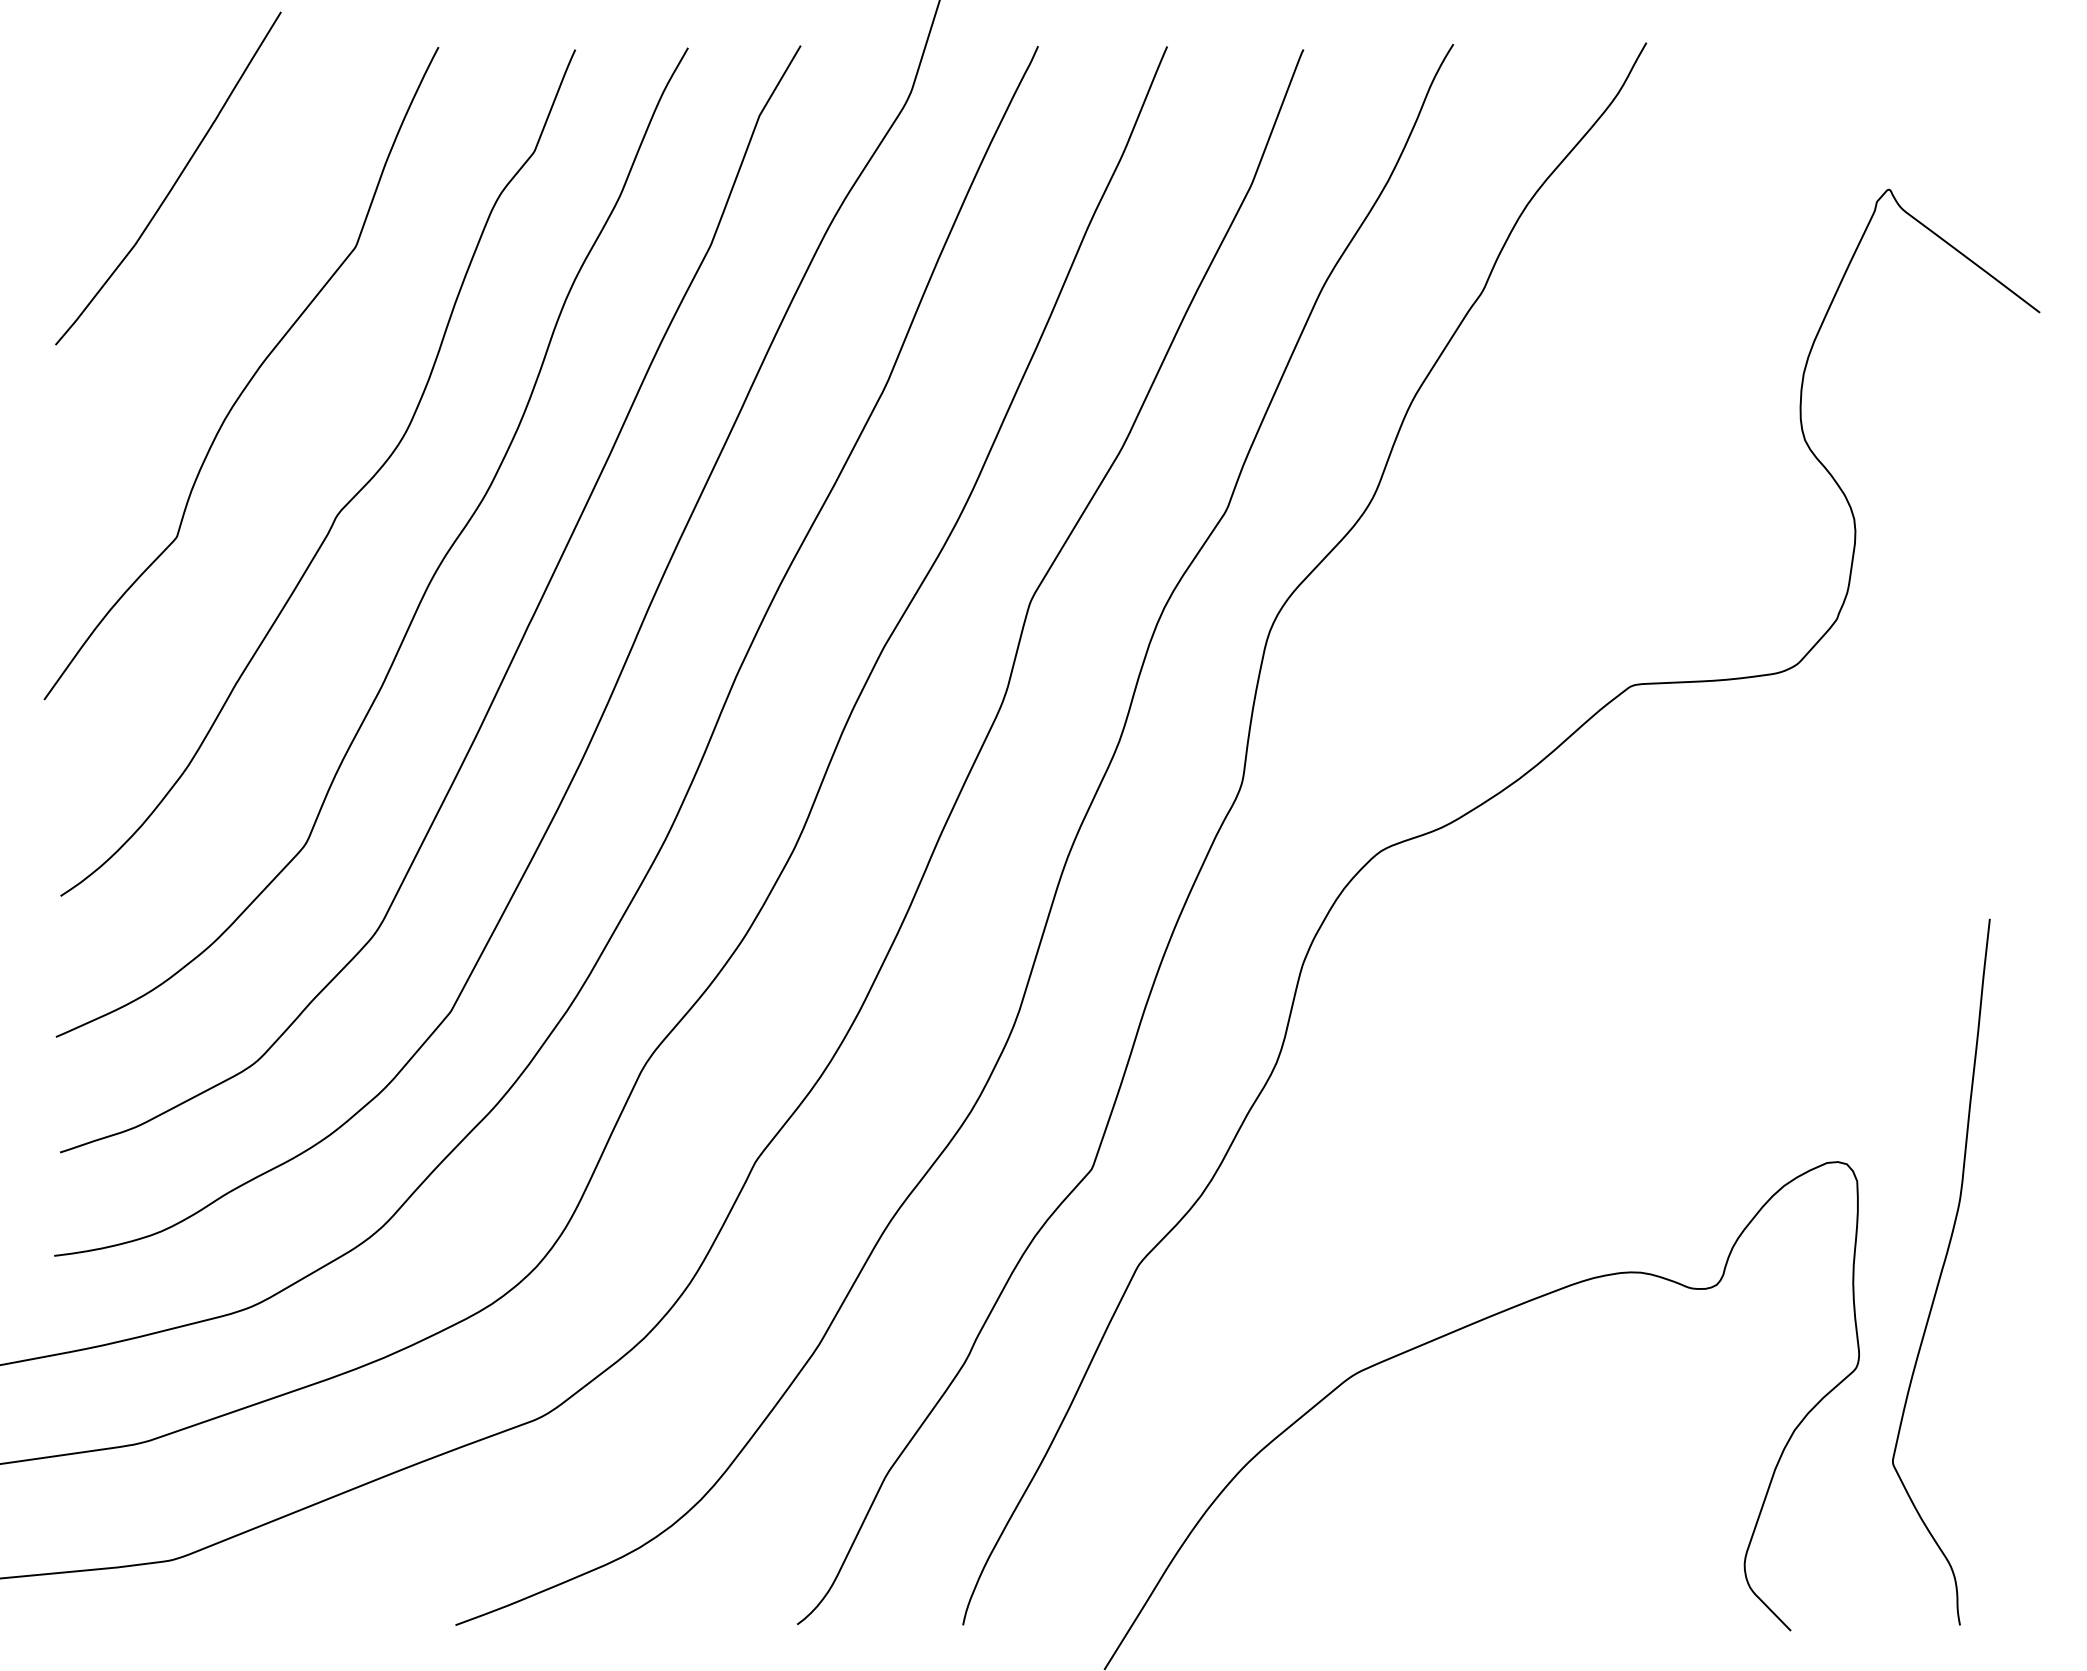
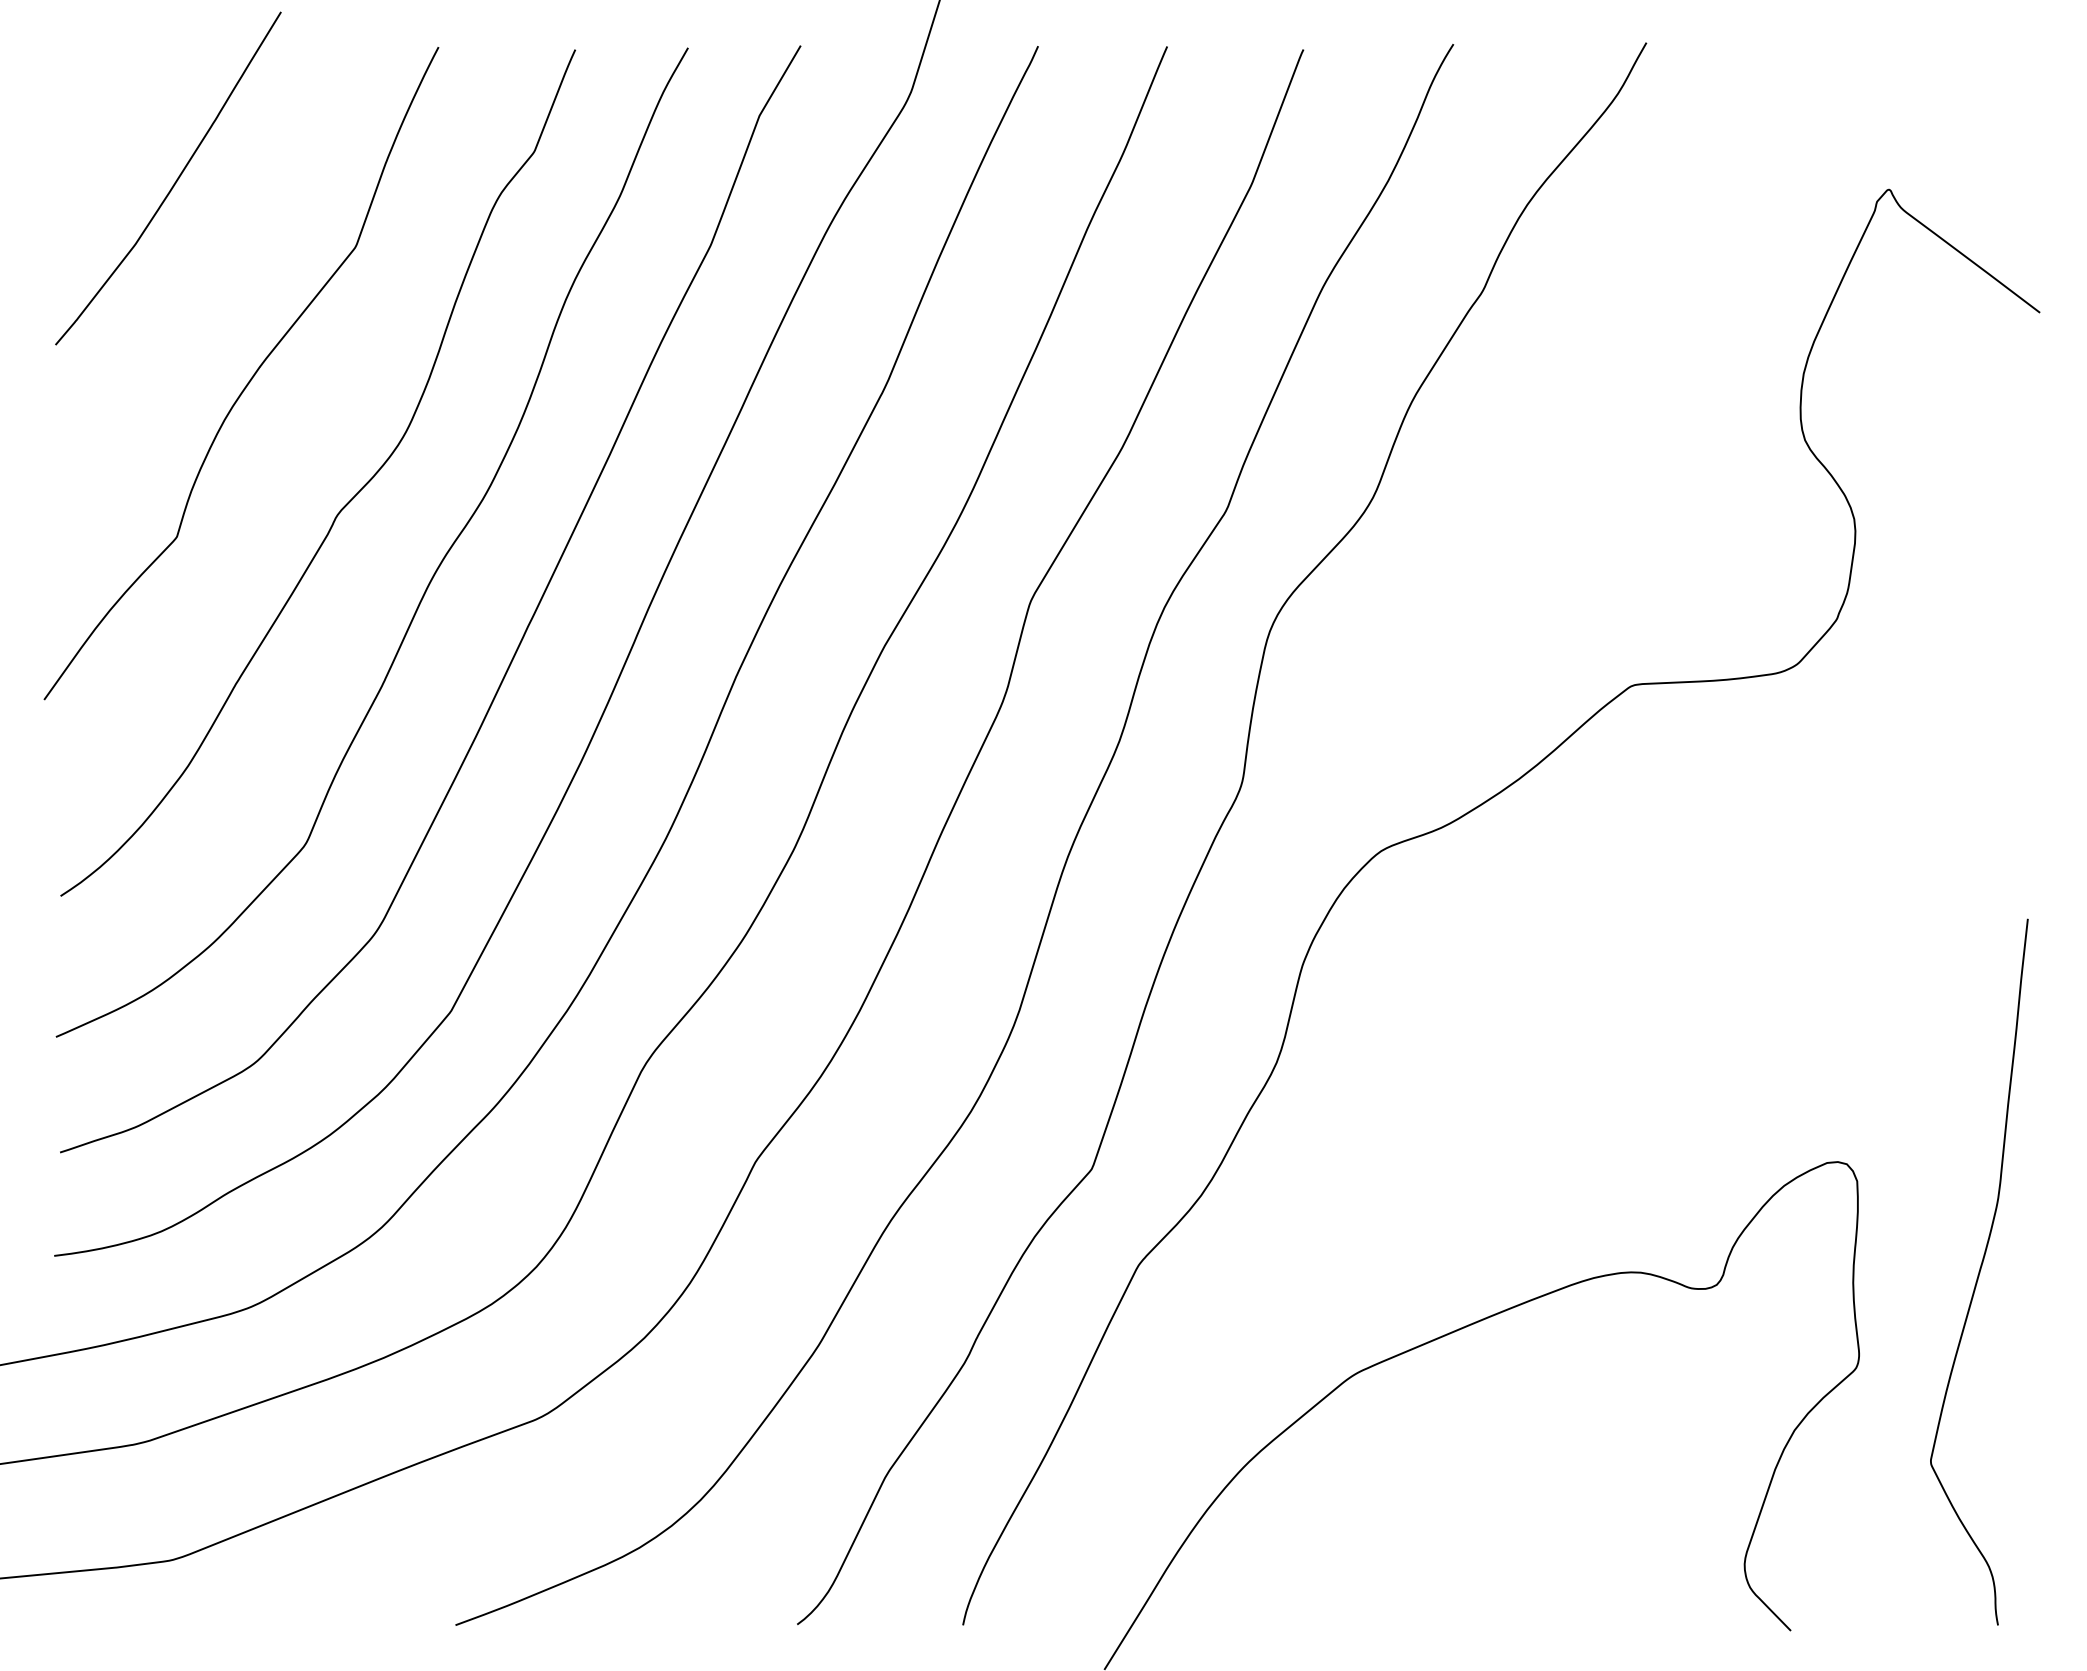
curve at (1941, 1271) position: (1941, 1271) -> (1979, 1271)
